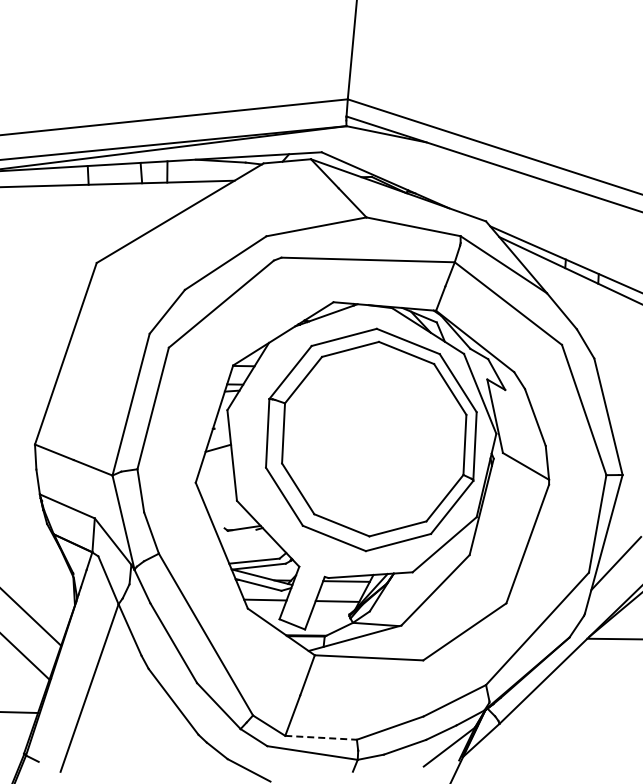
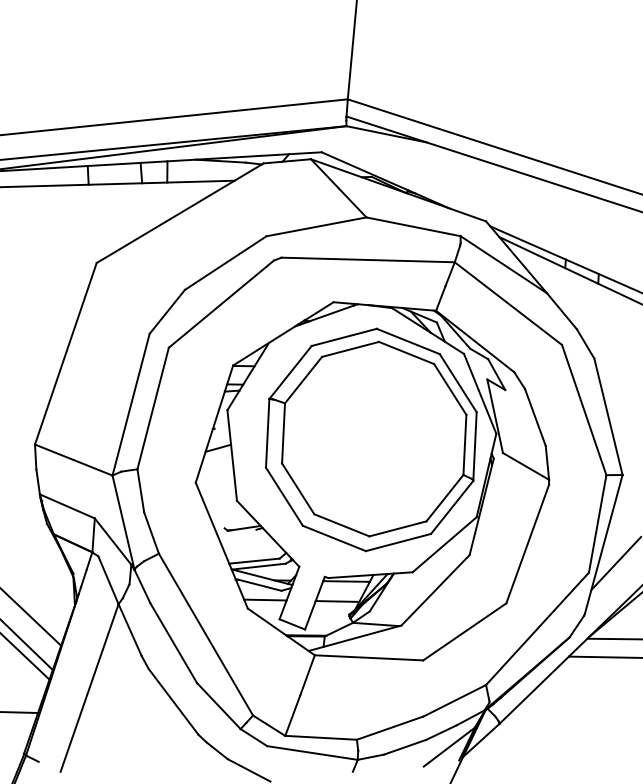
line at (27, 645): none -> present
line at (603, 656): none -> present
line at (321, 737): dashed -> solid
